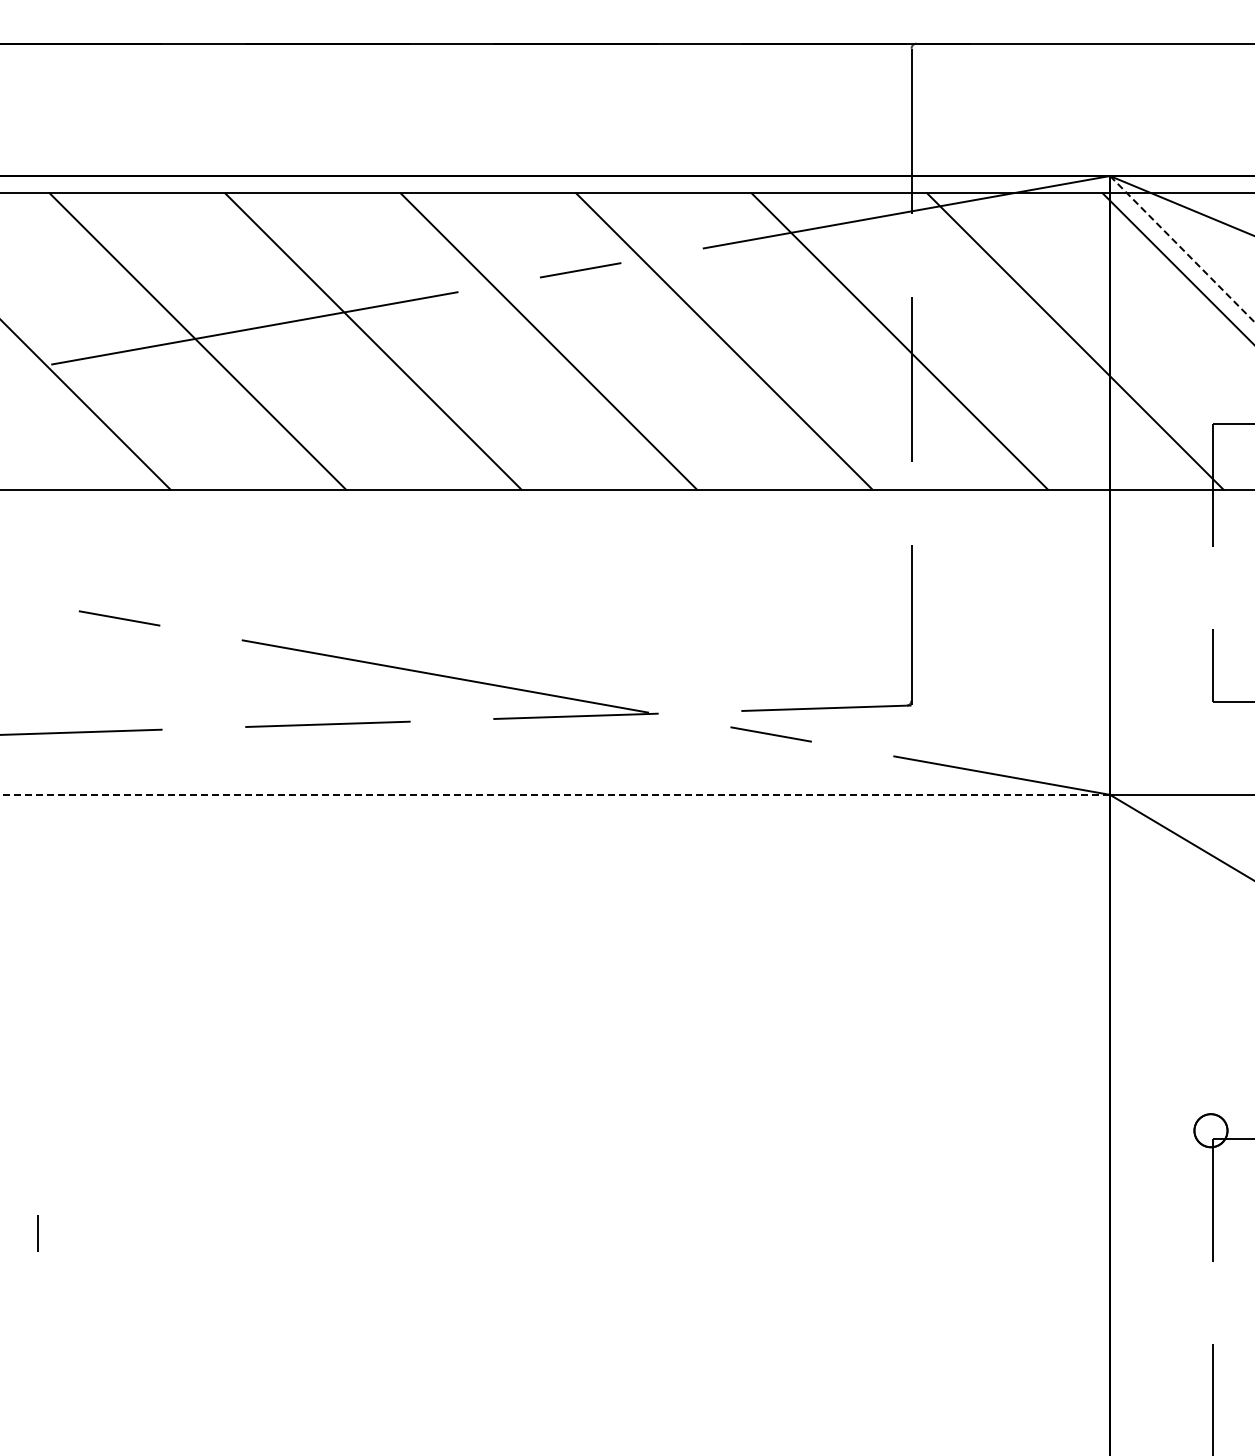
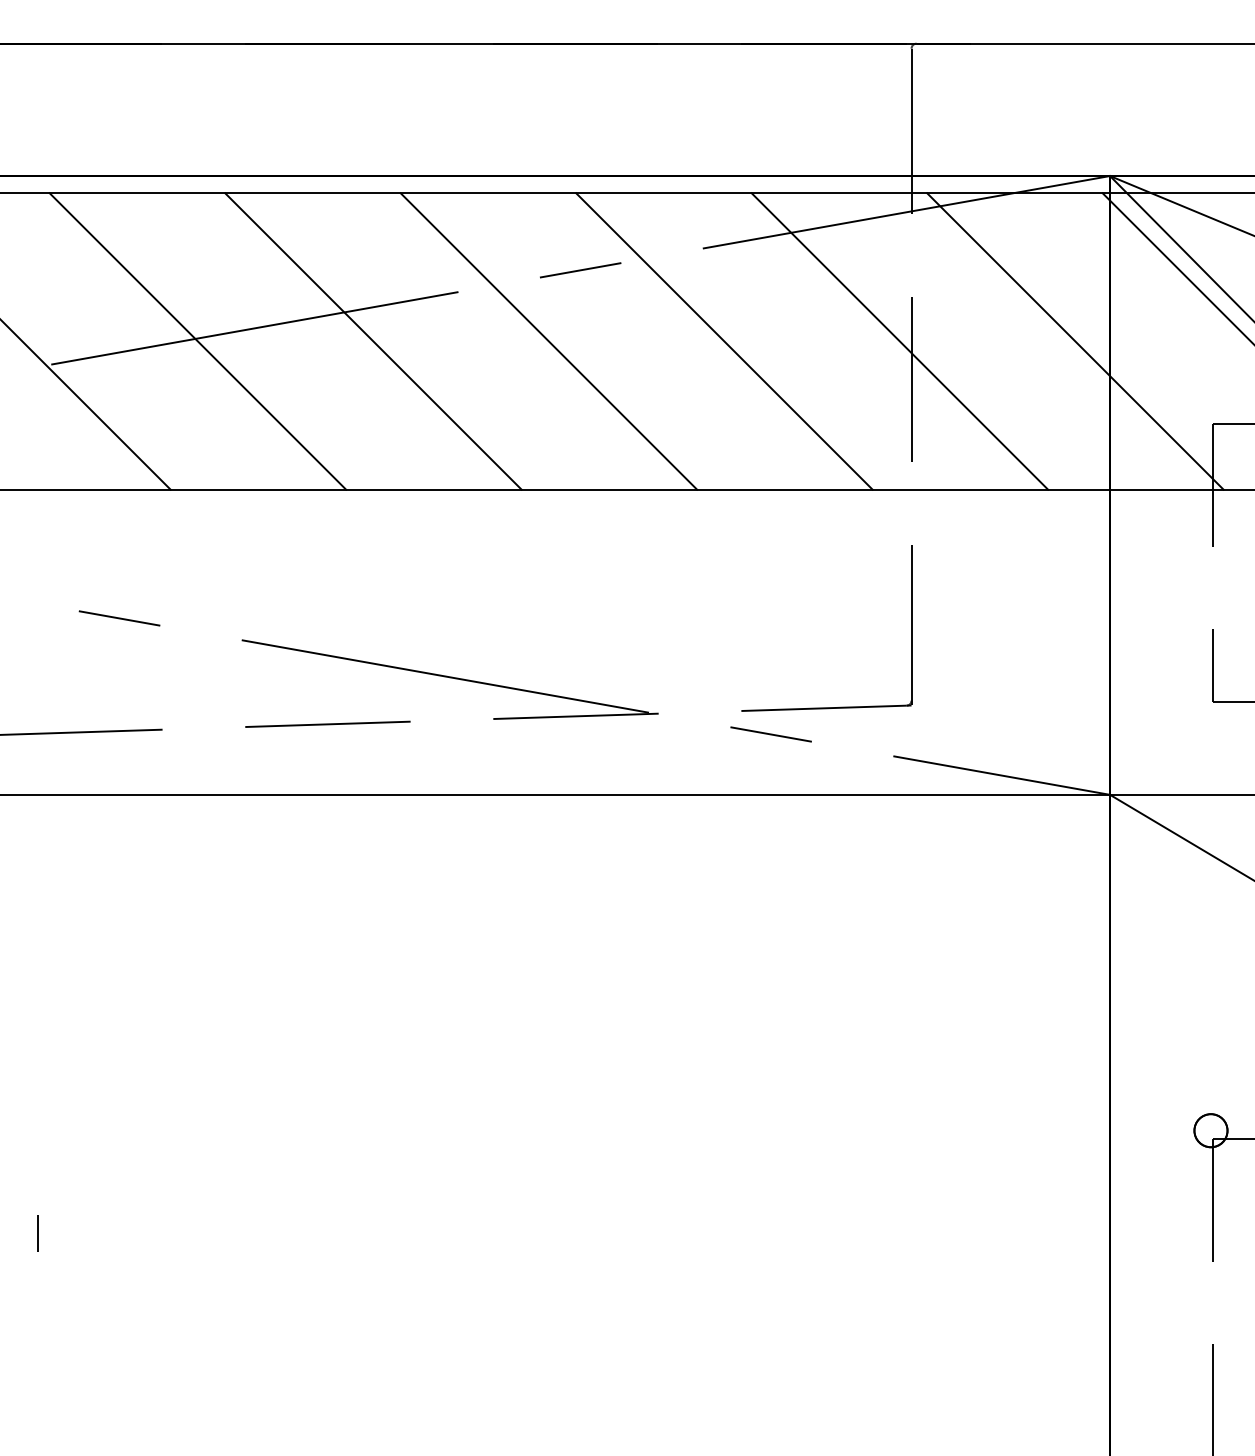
line at (1182, 249): dashed -> solid
line at (555, 794): dashed -> solid
